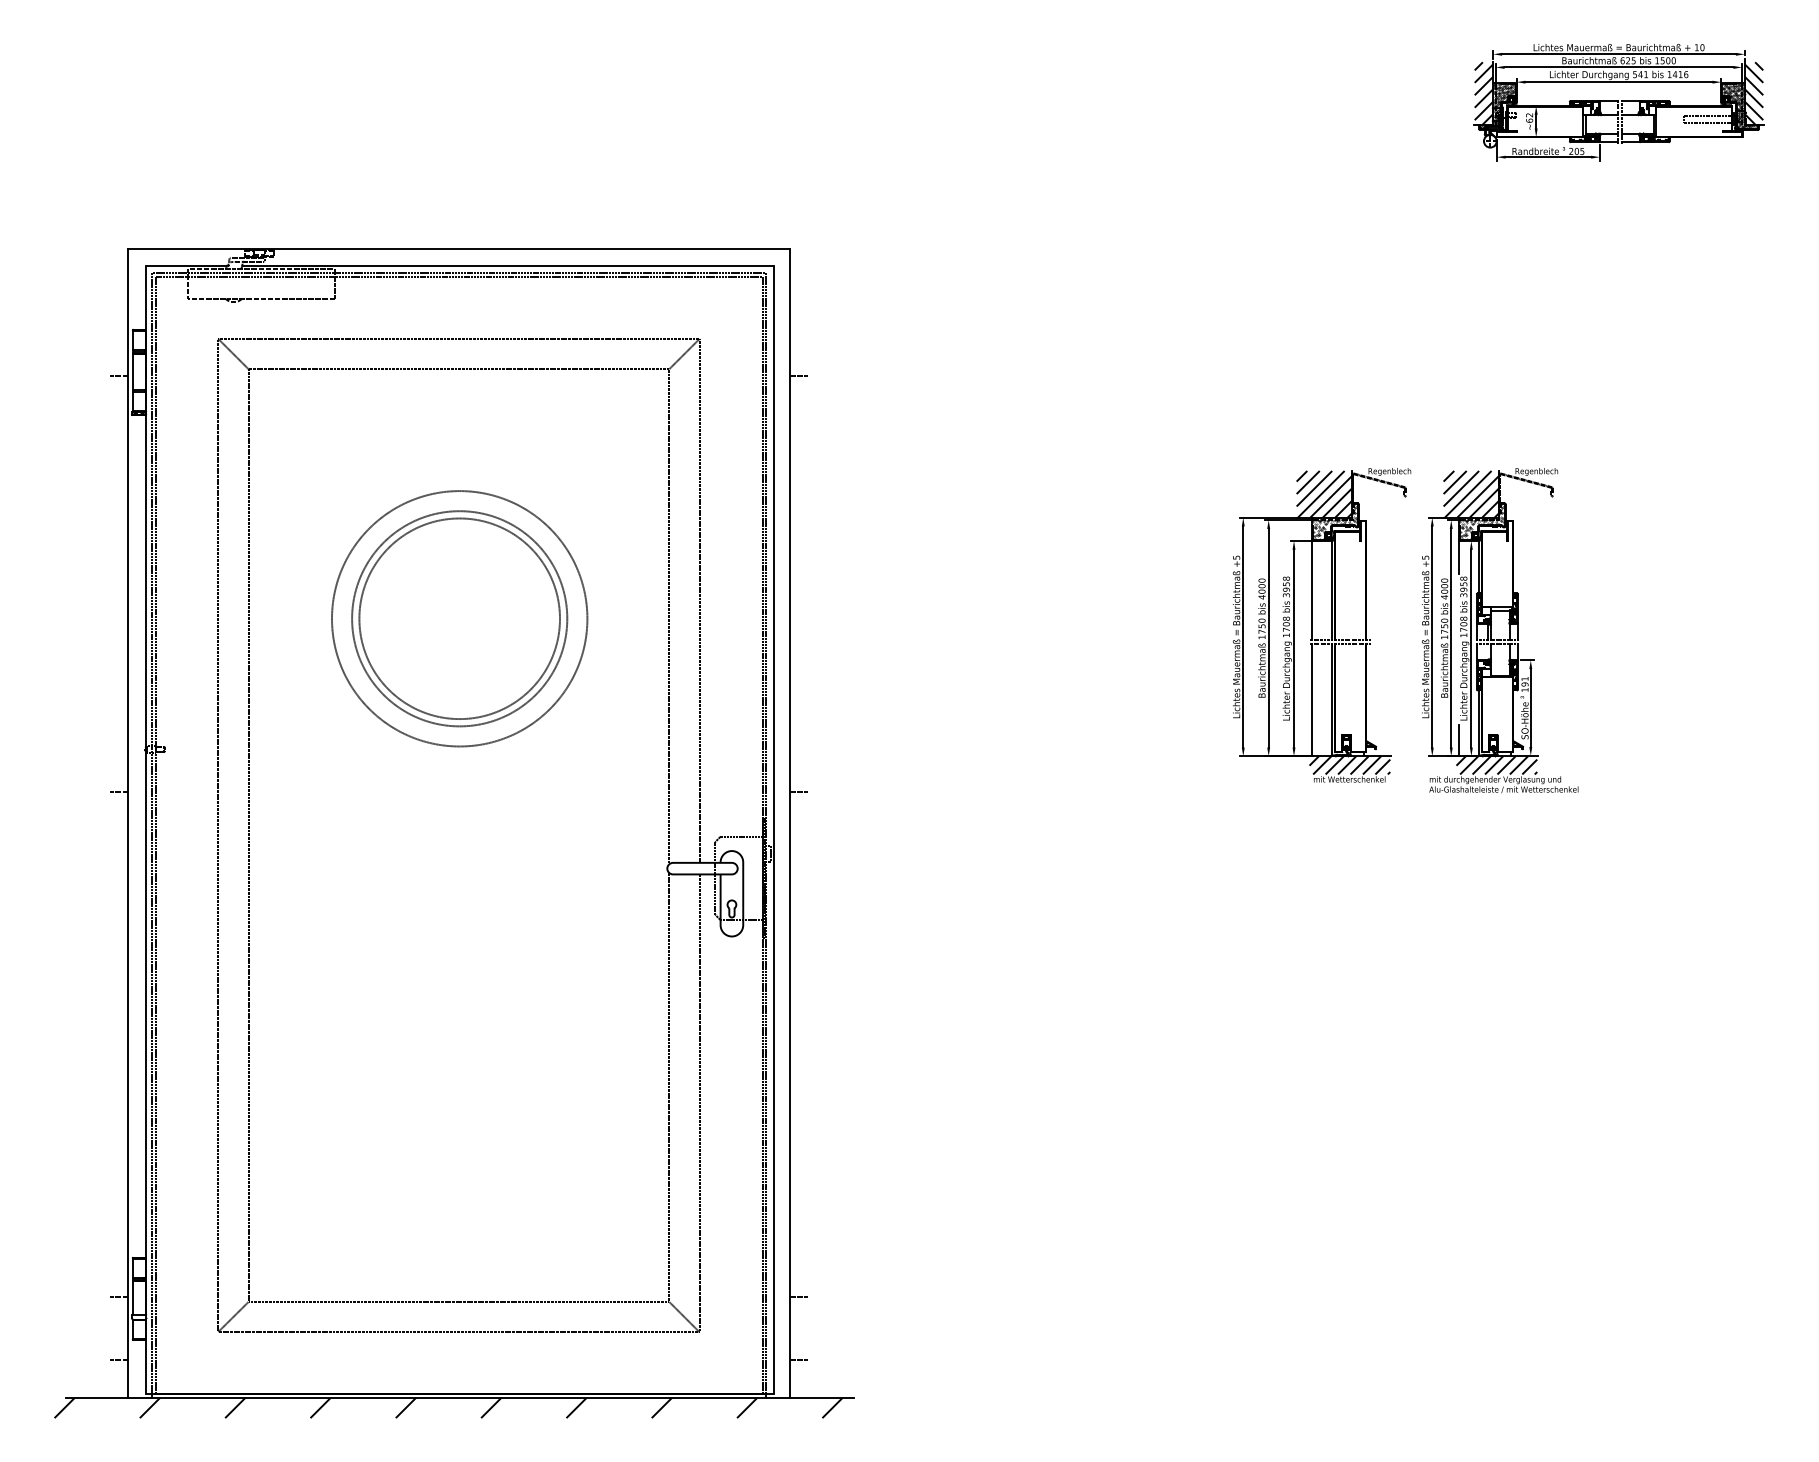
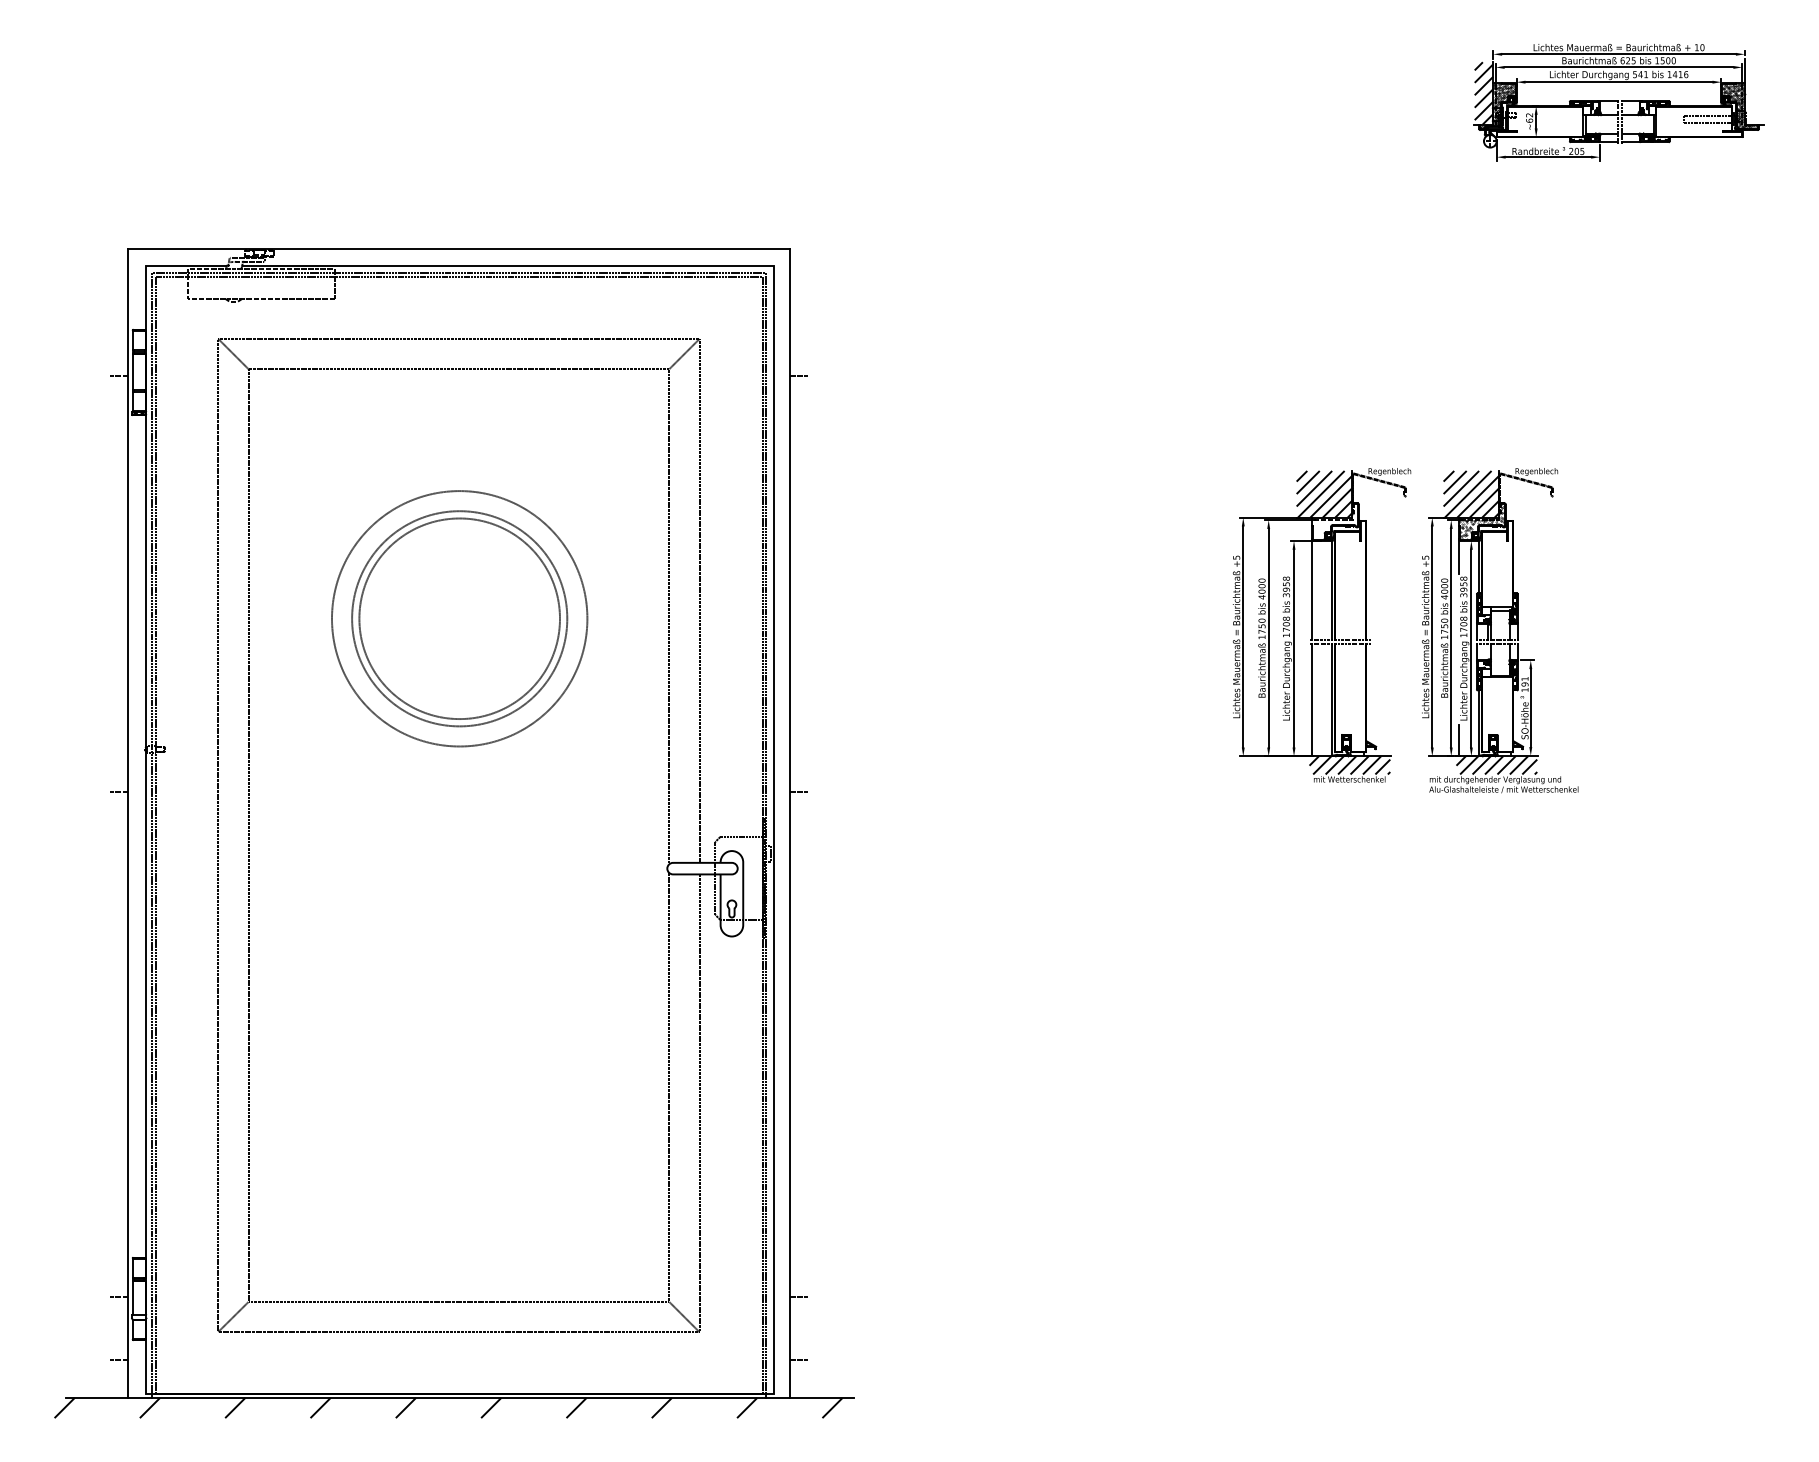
hatch at (1753, 93): present -> none
hatch at (1335, 521): present -> none
